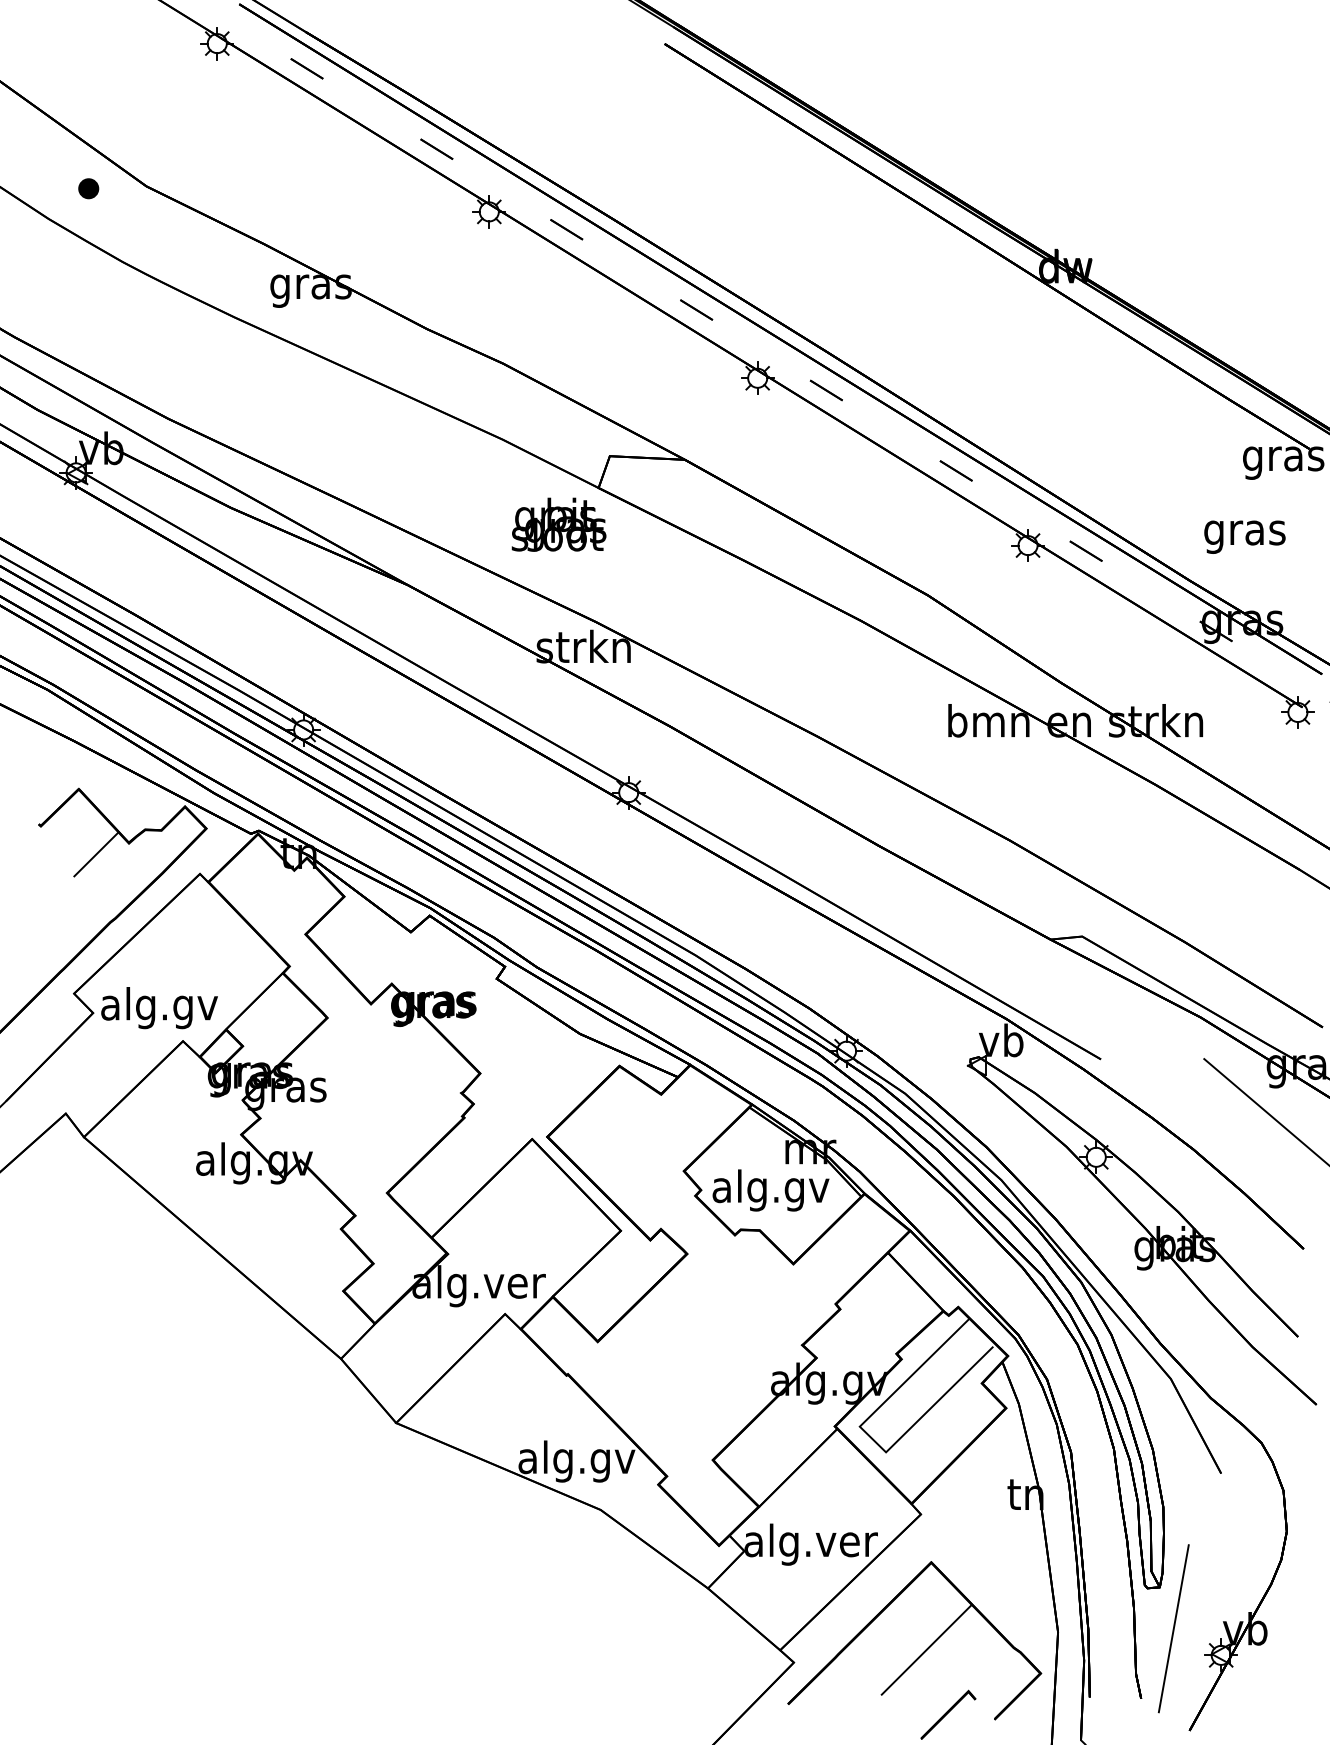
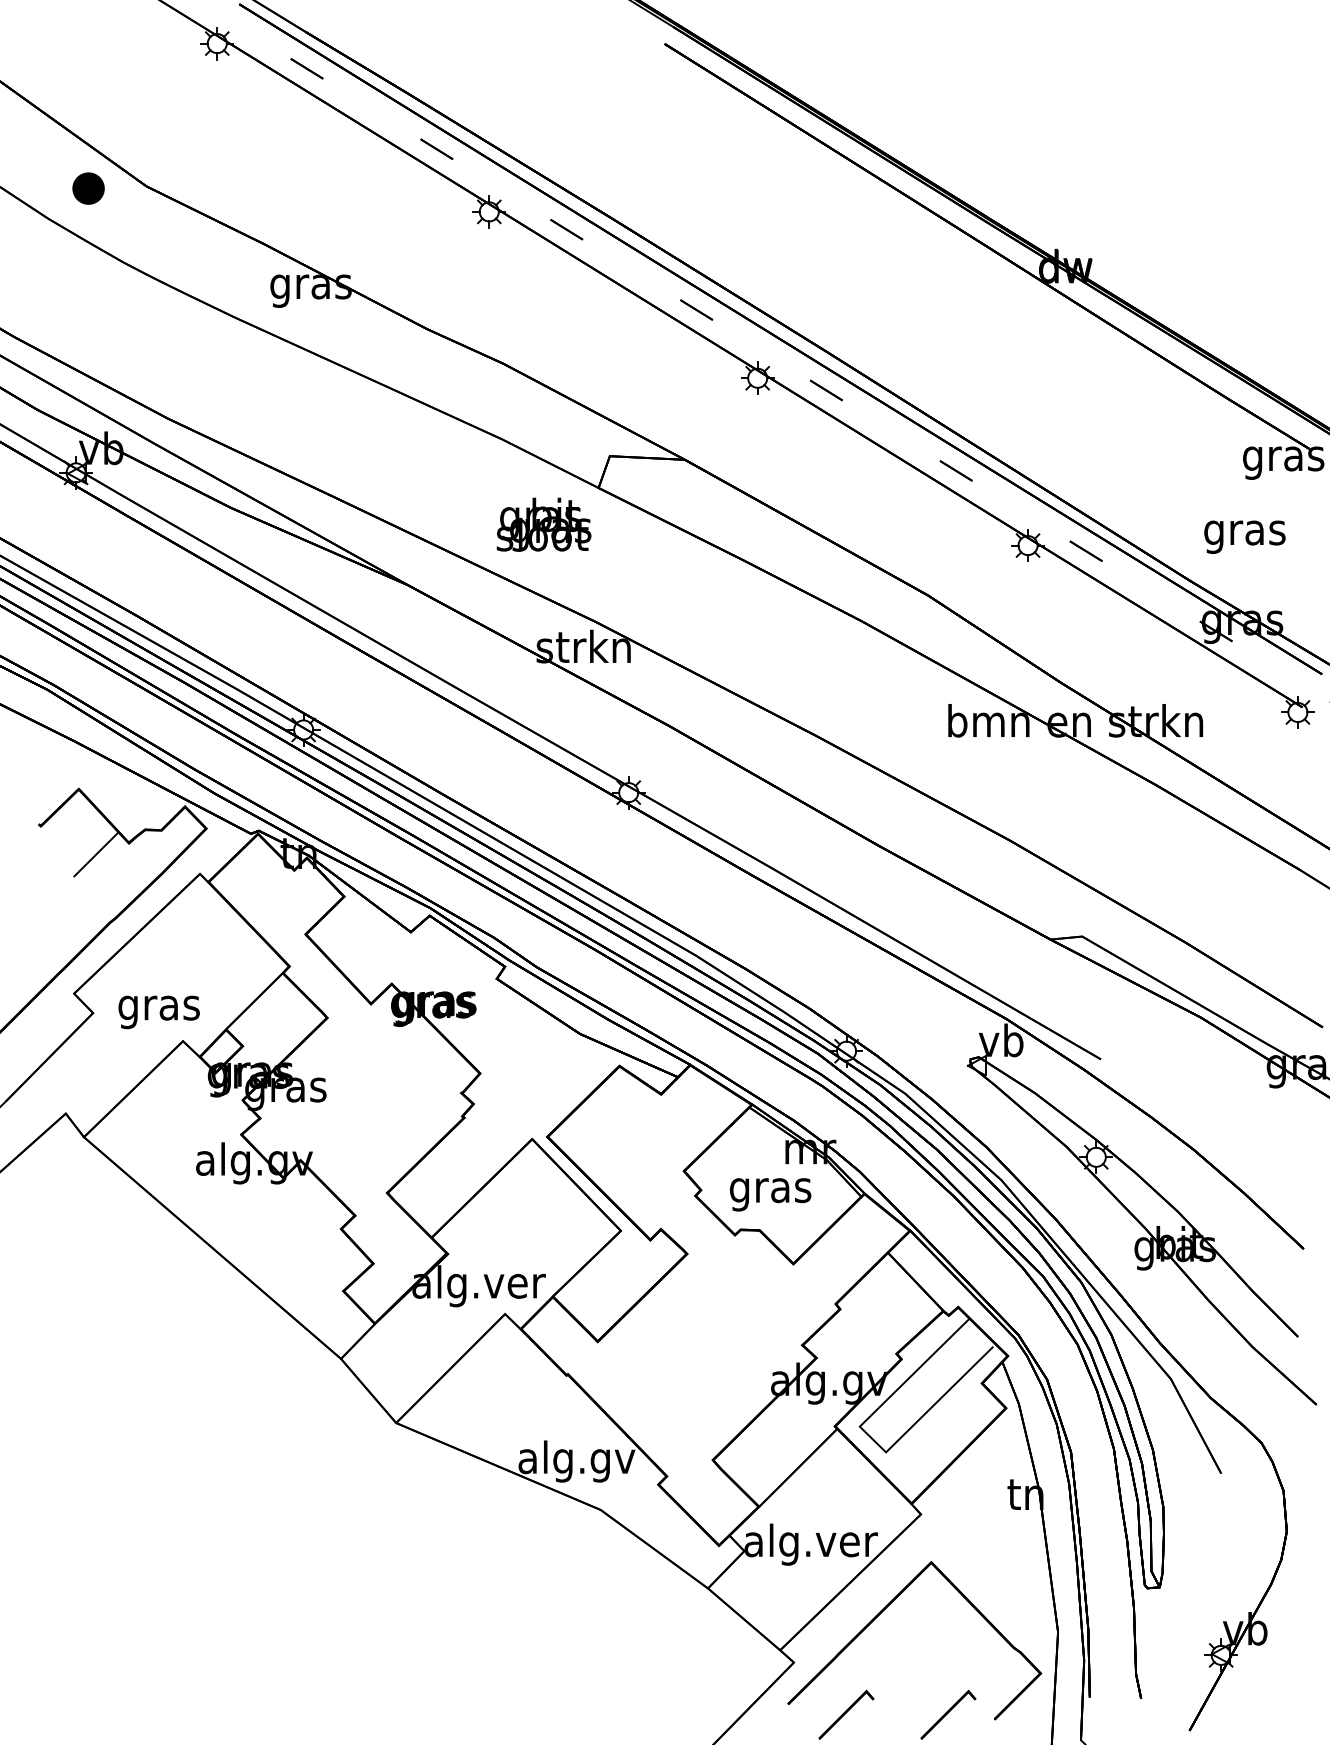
part at (88, 188) size: 22x22 px -> 33x33 px
text at (558, 524) position: (558, 524) -> (543, 524)
text at (159, 1008): alg.gv -> gras
line at (1265, 1111): present -> none
text at (770, 1190): alg.gv -> gras
line at (1173, 1628): present -> none
line at (925, 1649): present -> none
part at (846, 1714): none -> present
